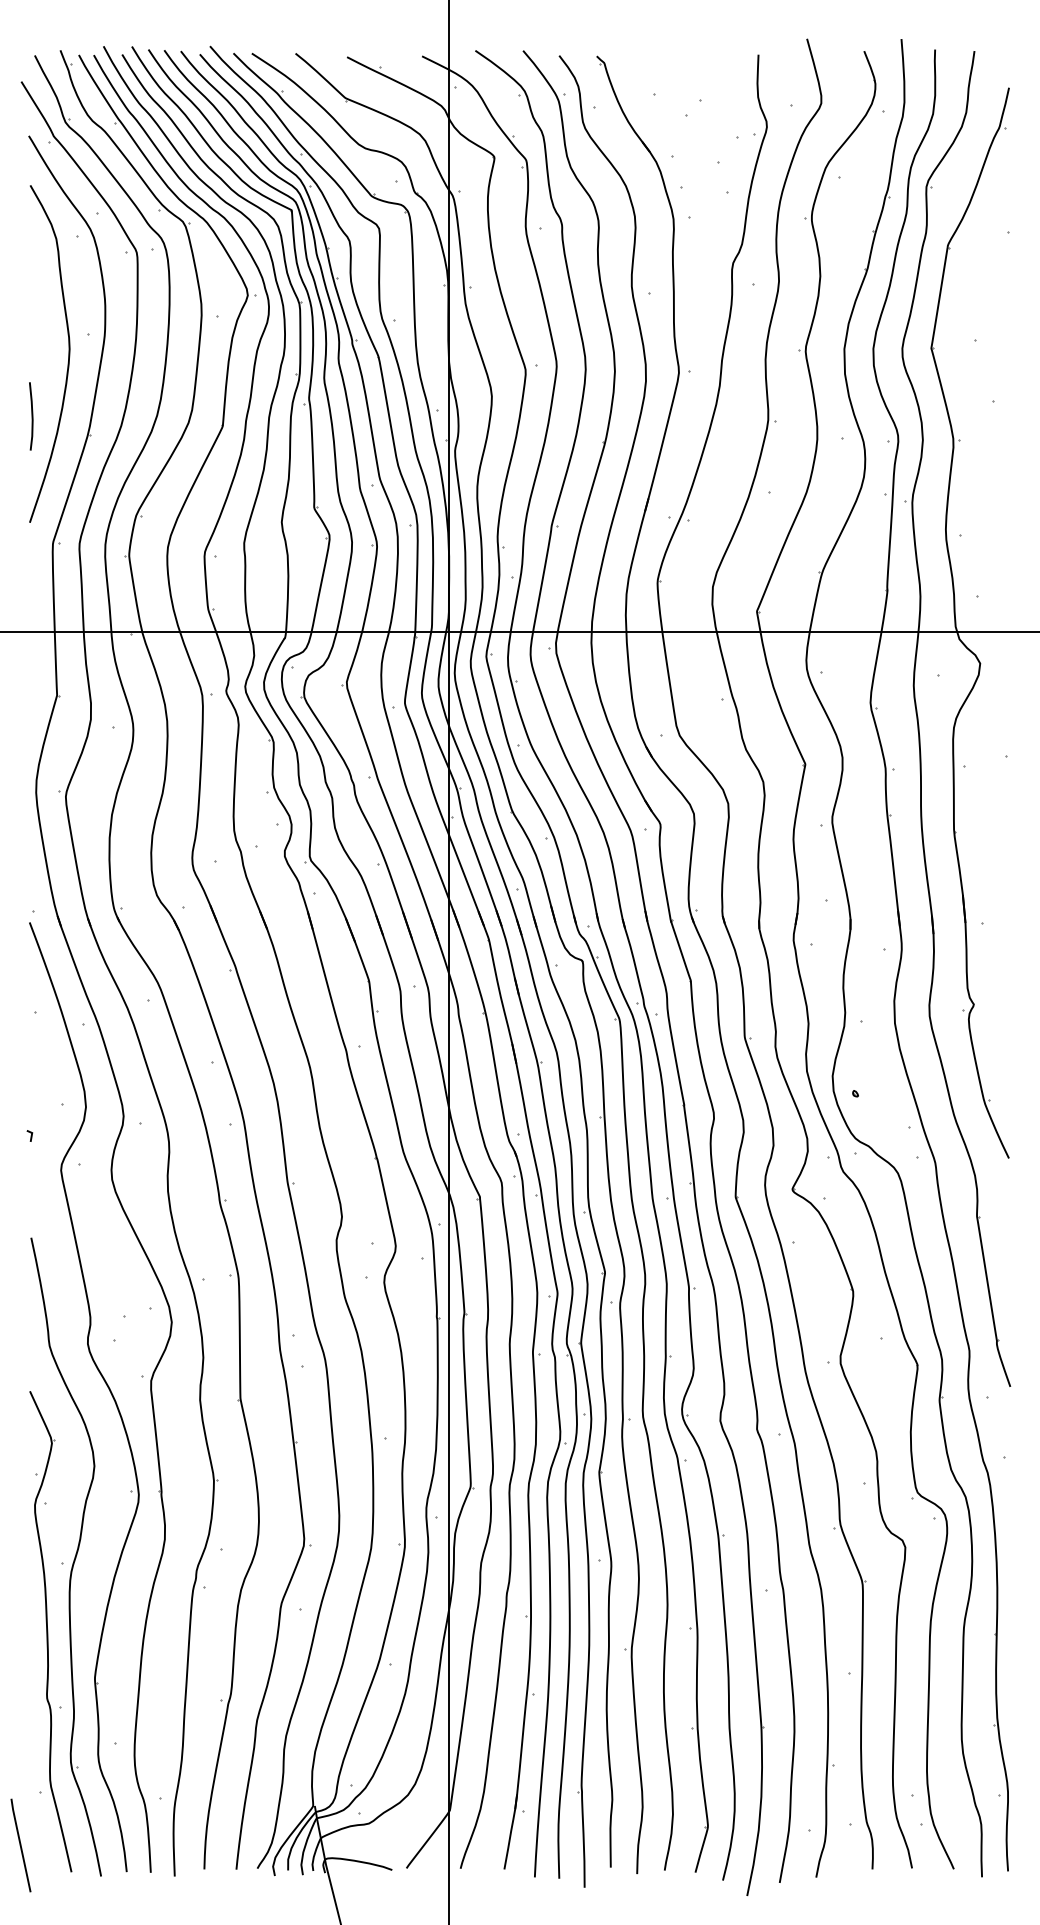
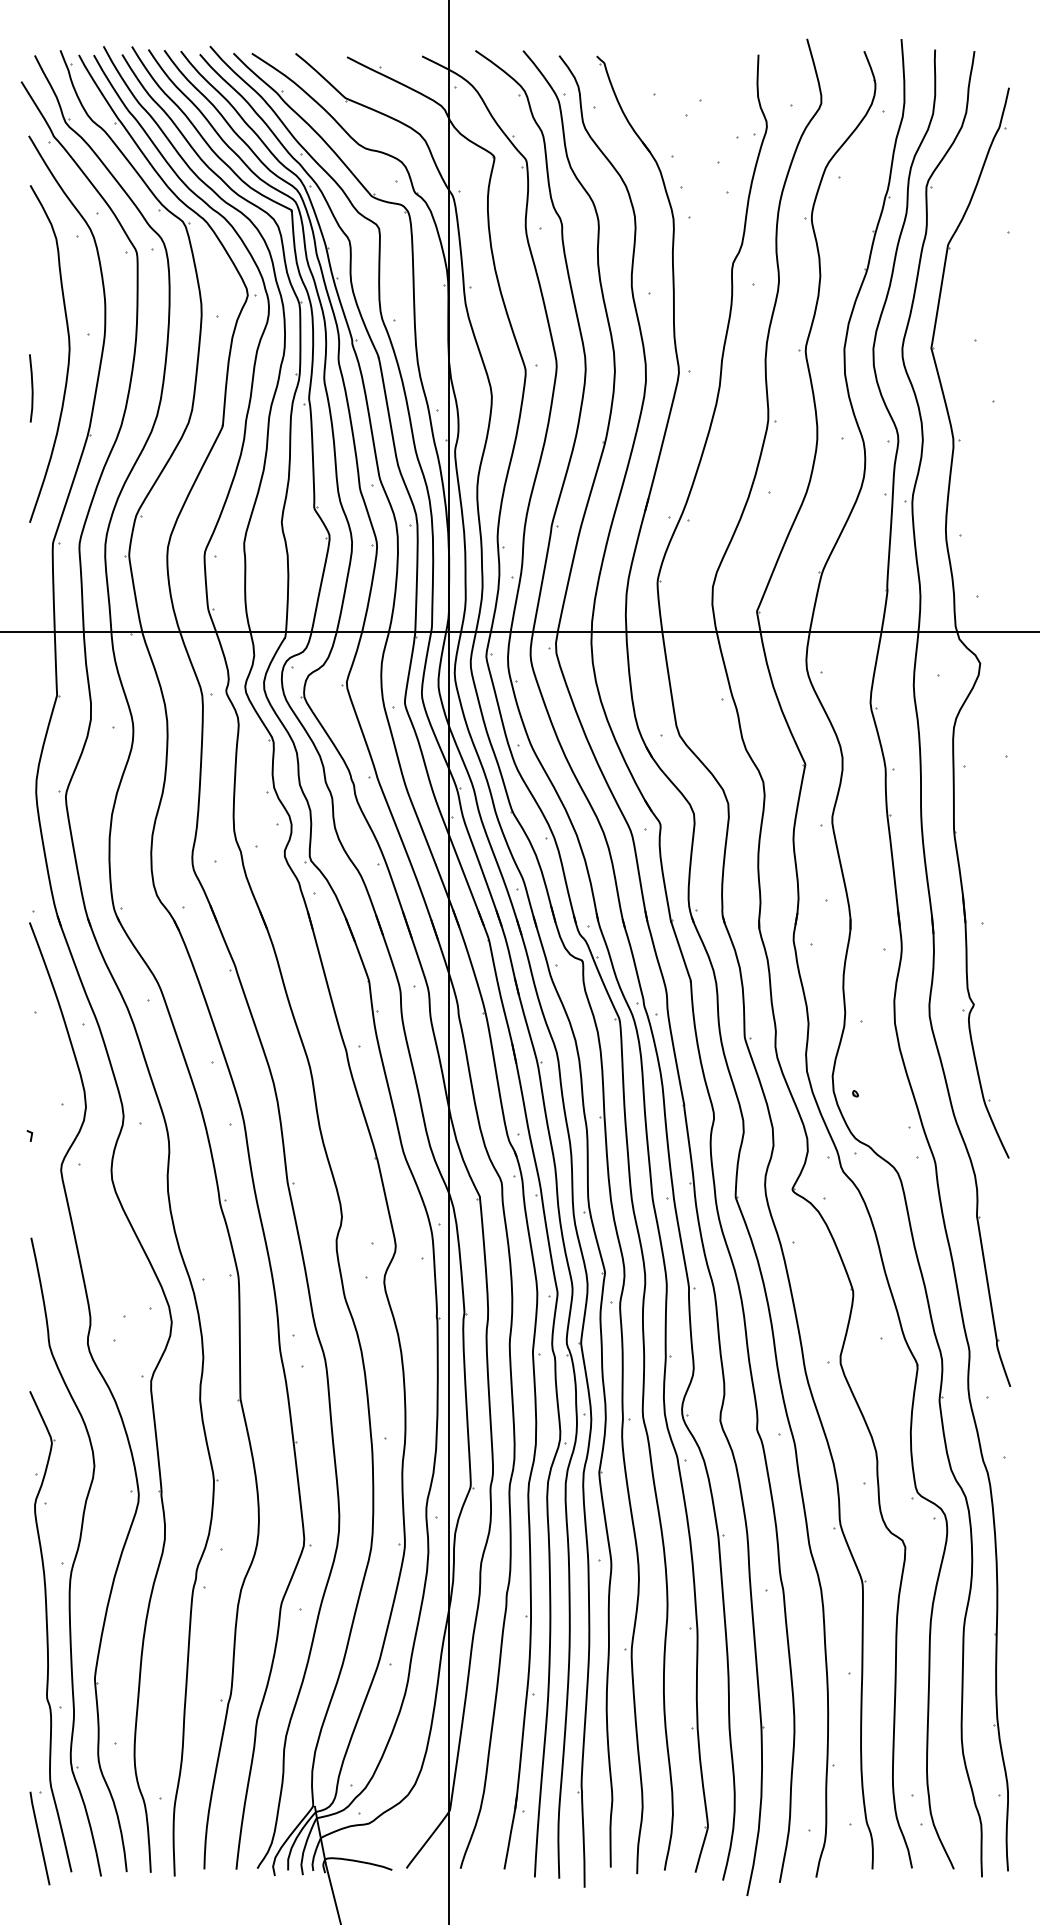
line at (31, 416) position: (31, 416) -> (31, 388)
line at (20, 1845) position: (20, 1845) -> (39, 1838)
